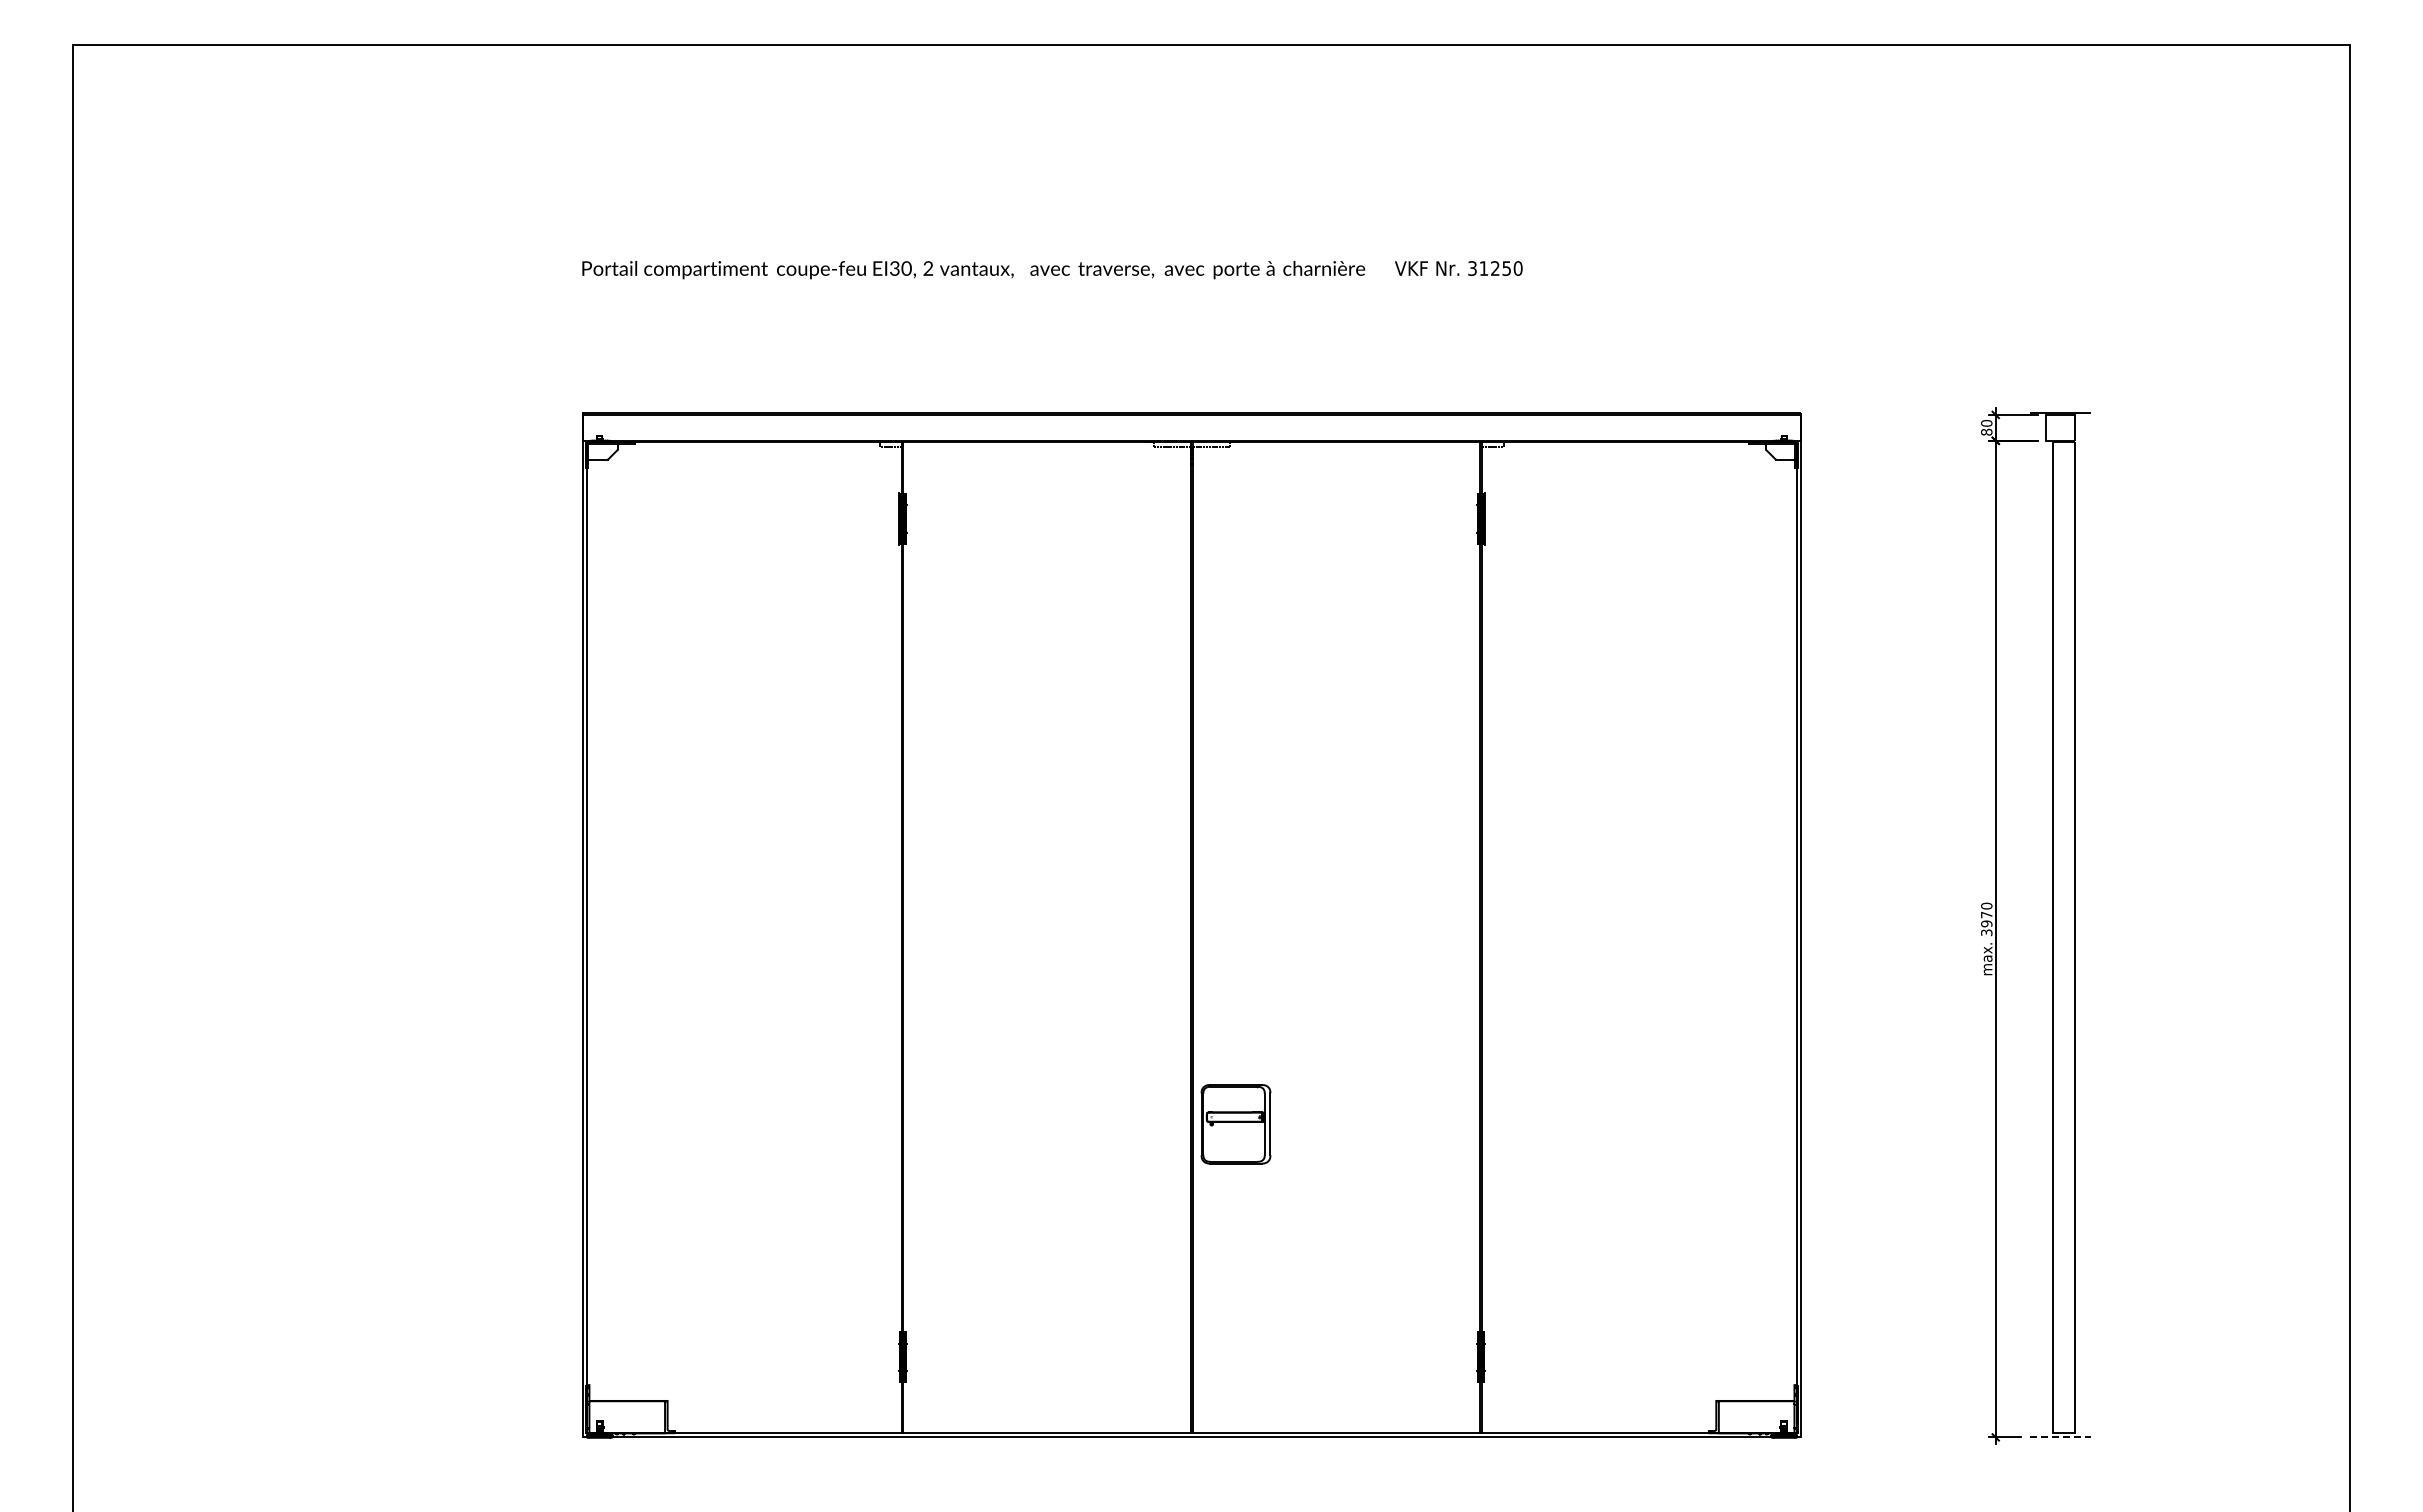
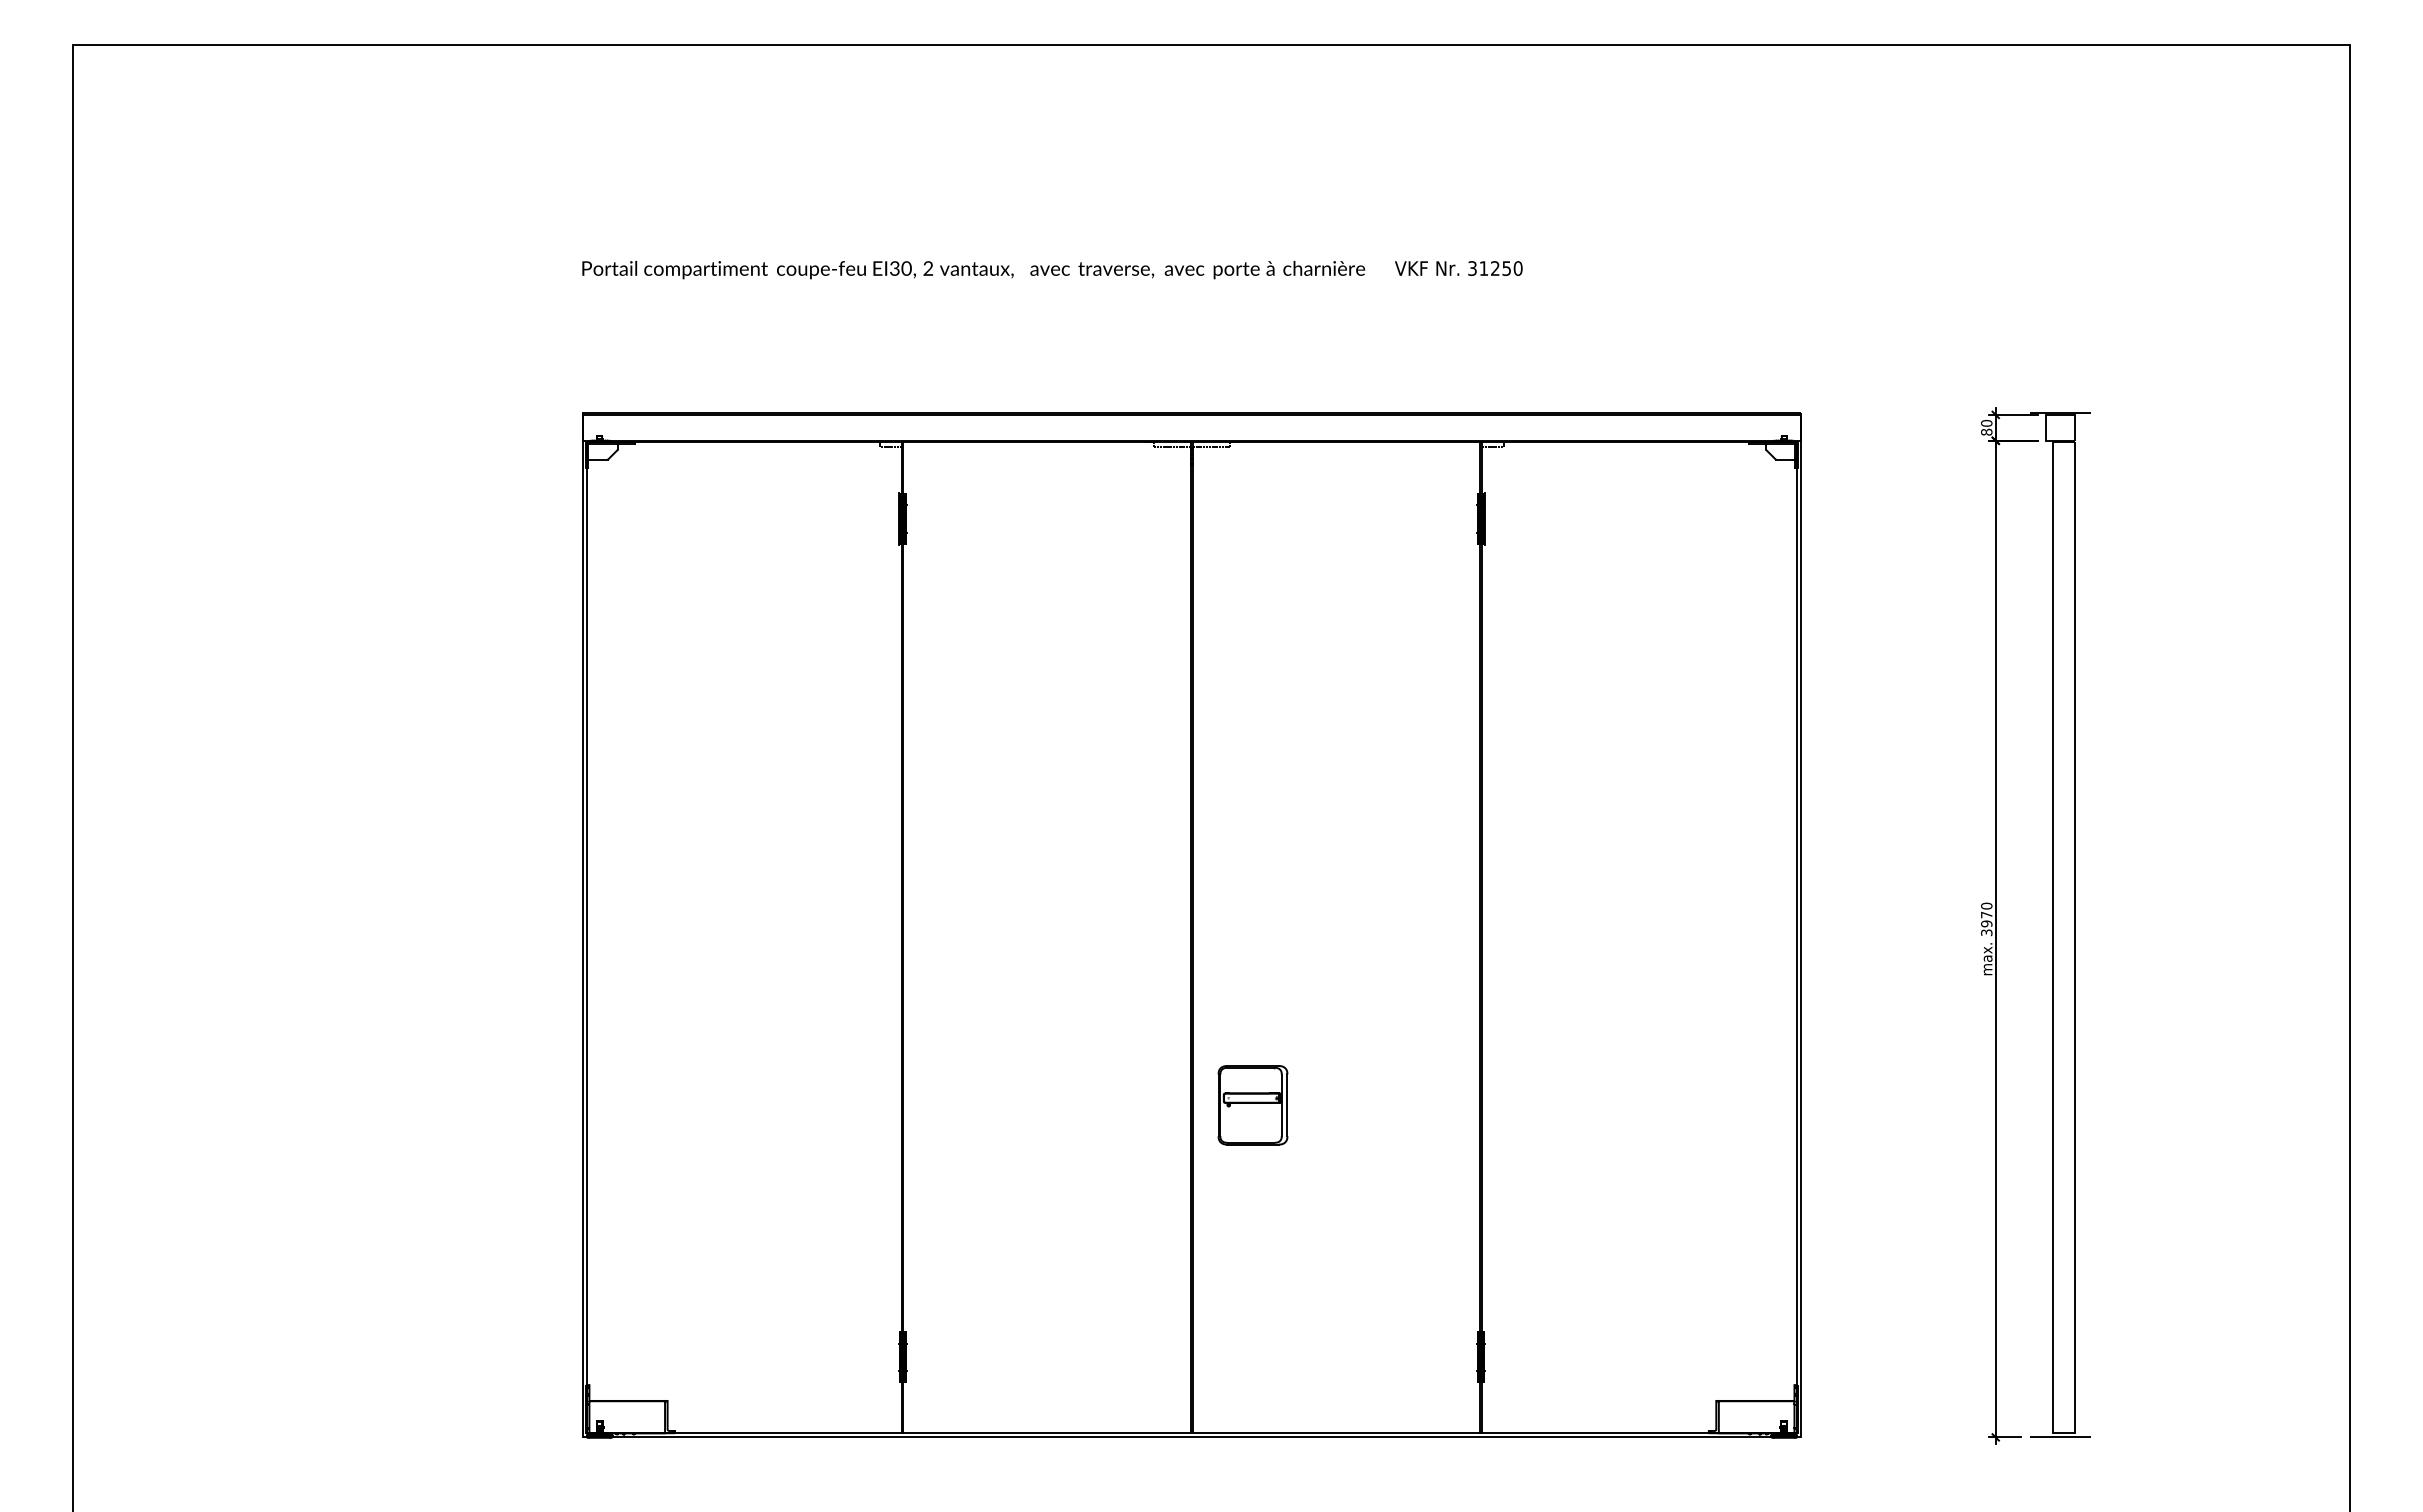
part at (1235, 1124) position: (1235, 1124) -> (1252, 1105)
line at (2060, 1437): dashed -> solid
